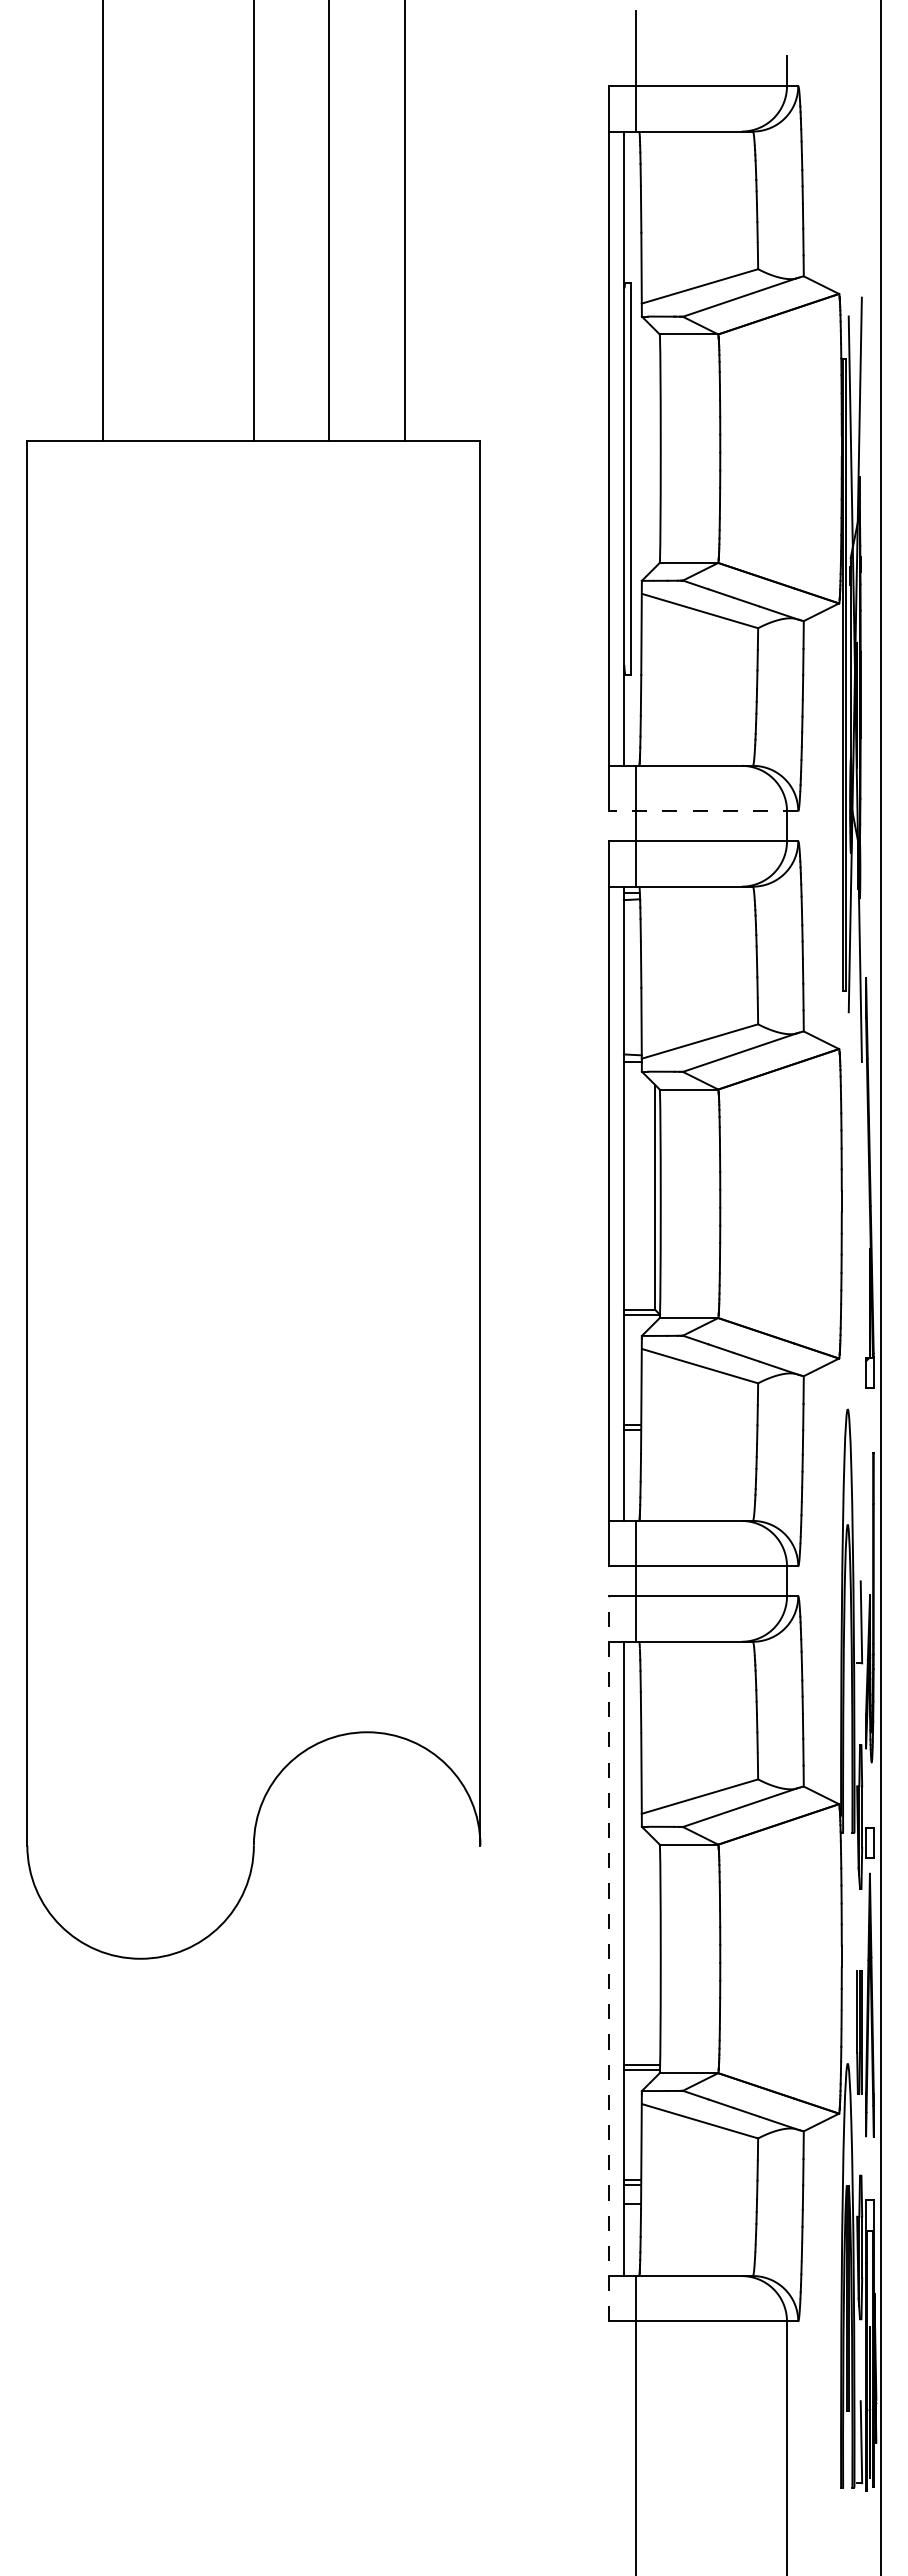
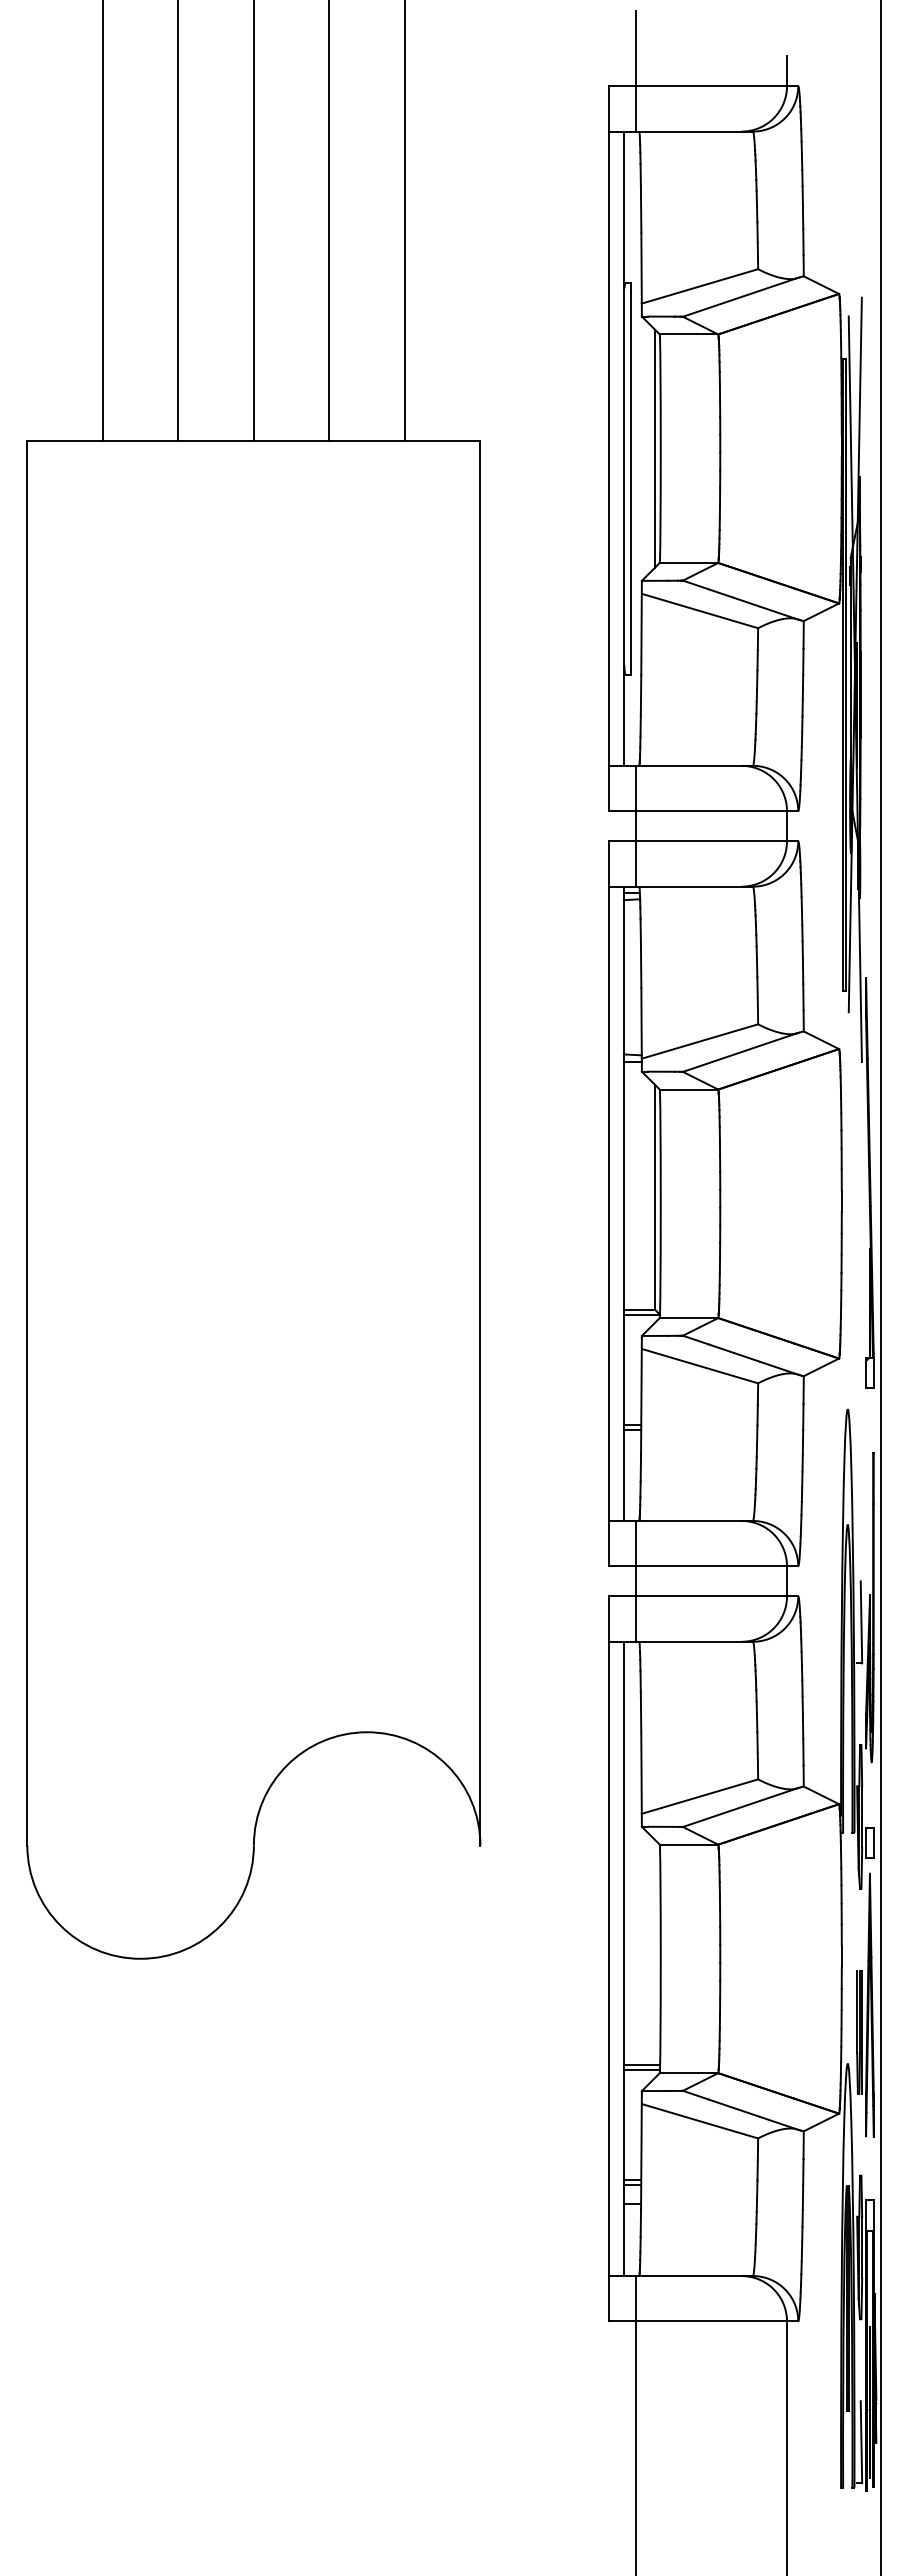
line at (178, 221): none -> present
line at (654, 448): none -> present
line at (703, 811): dashed -> solid
line at (608, 1958): dashed -> solid
